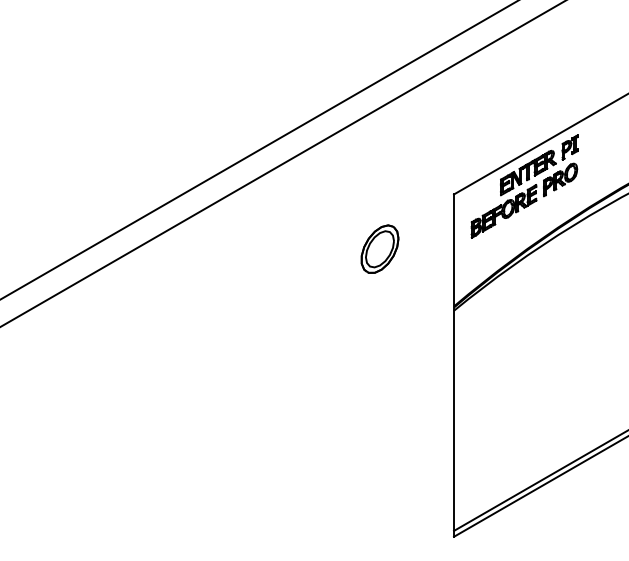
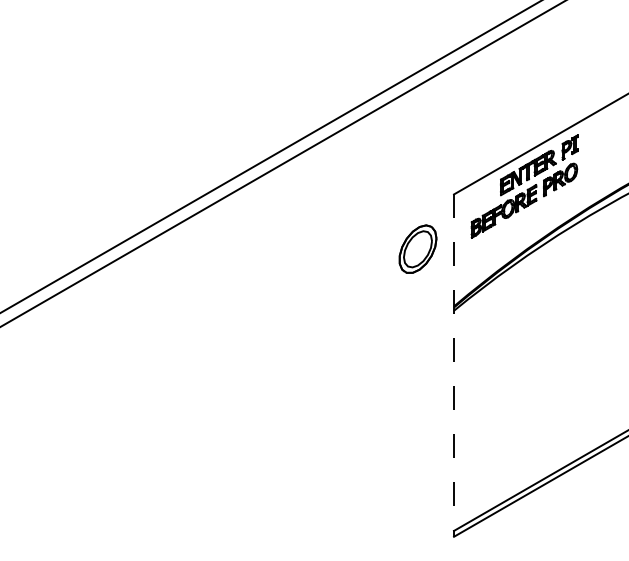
line at (258, 150) position: (258, 150) -> (270, 157)
part at (379, 248) position: (379, 248) -> (417, 248)
line at (454, 366): solid -> dashed
